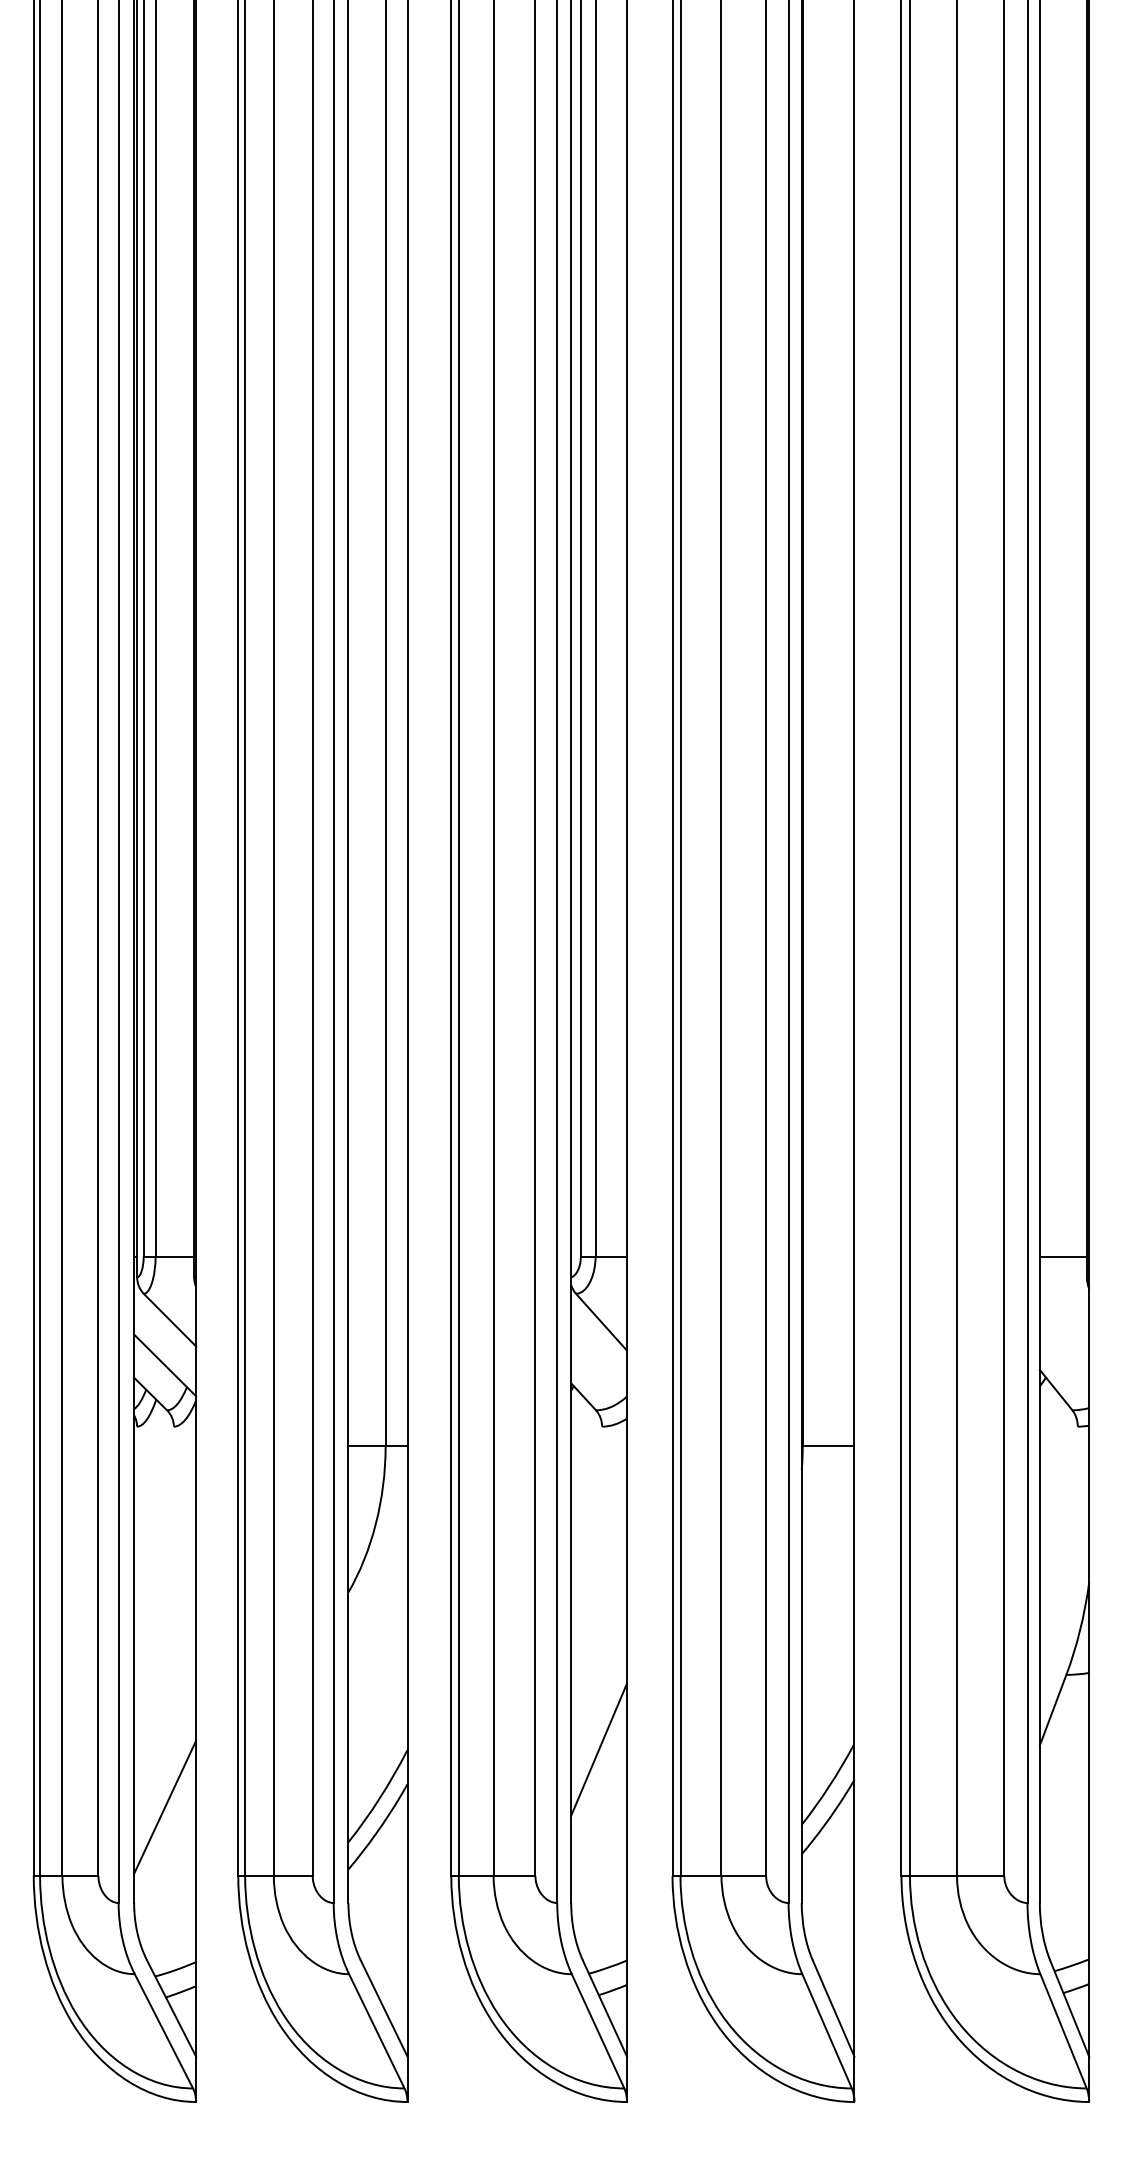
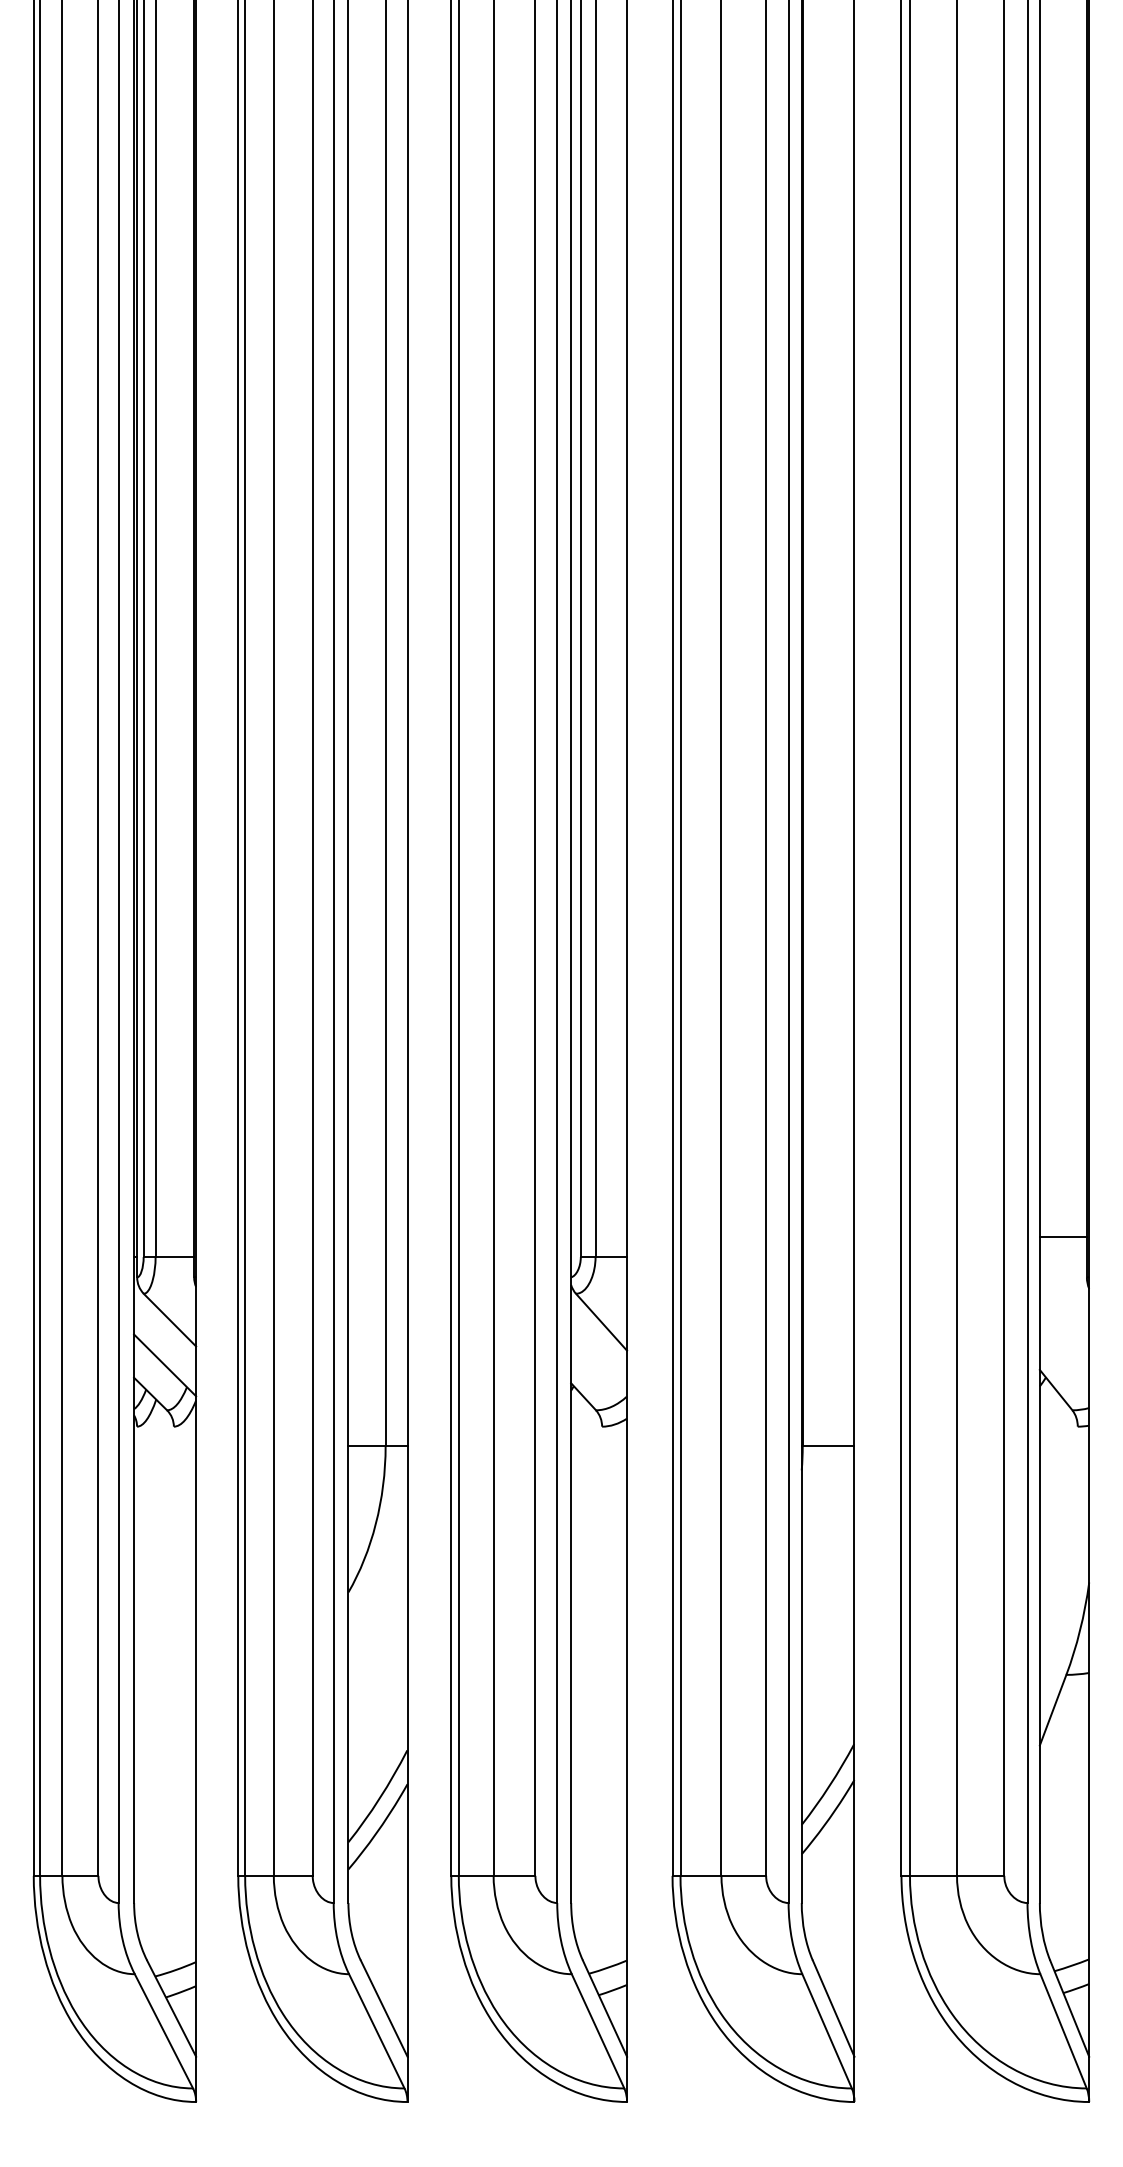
line at (1062, 1257) position: (1062, 1257) -> (1062, 1237)
line at (599, 1749): present -> none
line at (165, 1806): present -> none
